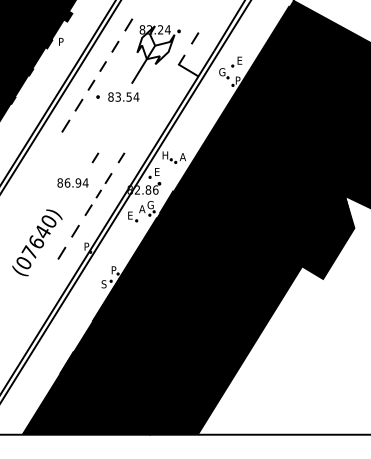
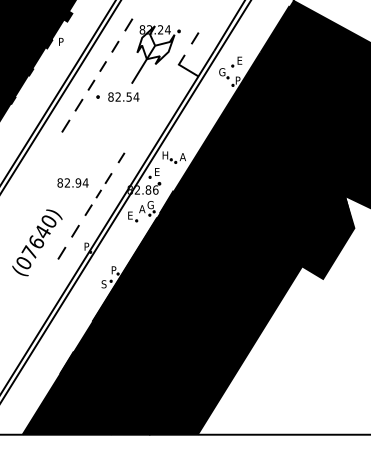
text at (117, 97): 83.54 -> 82.54
line at (95, 157): present -> none
text at (67, 182): 86.94 -> 82.94
